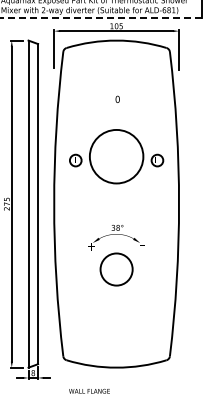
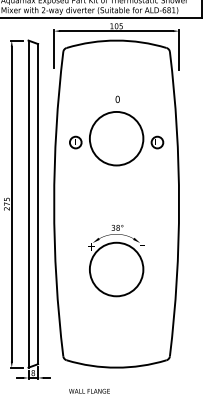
line at (101, 17): dashed -> solid
part at (116, 156) position: (116, 156) -> (116, 138)
circle at (116, 269) diameter: 32 px -> 54 px
